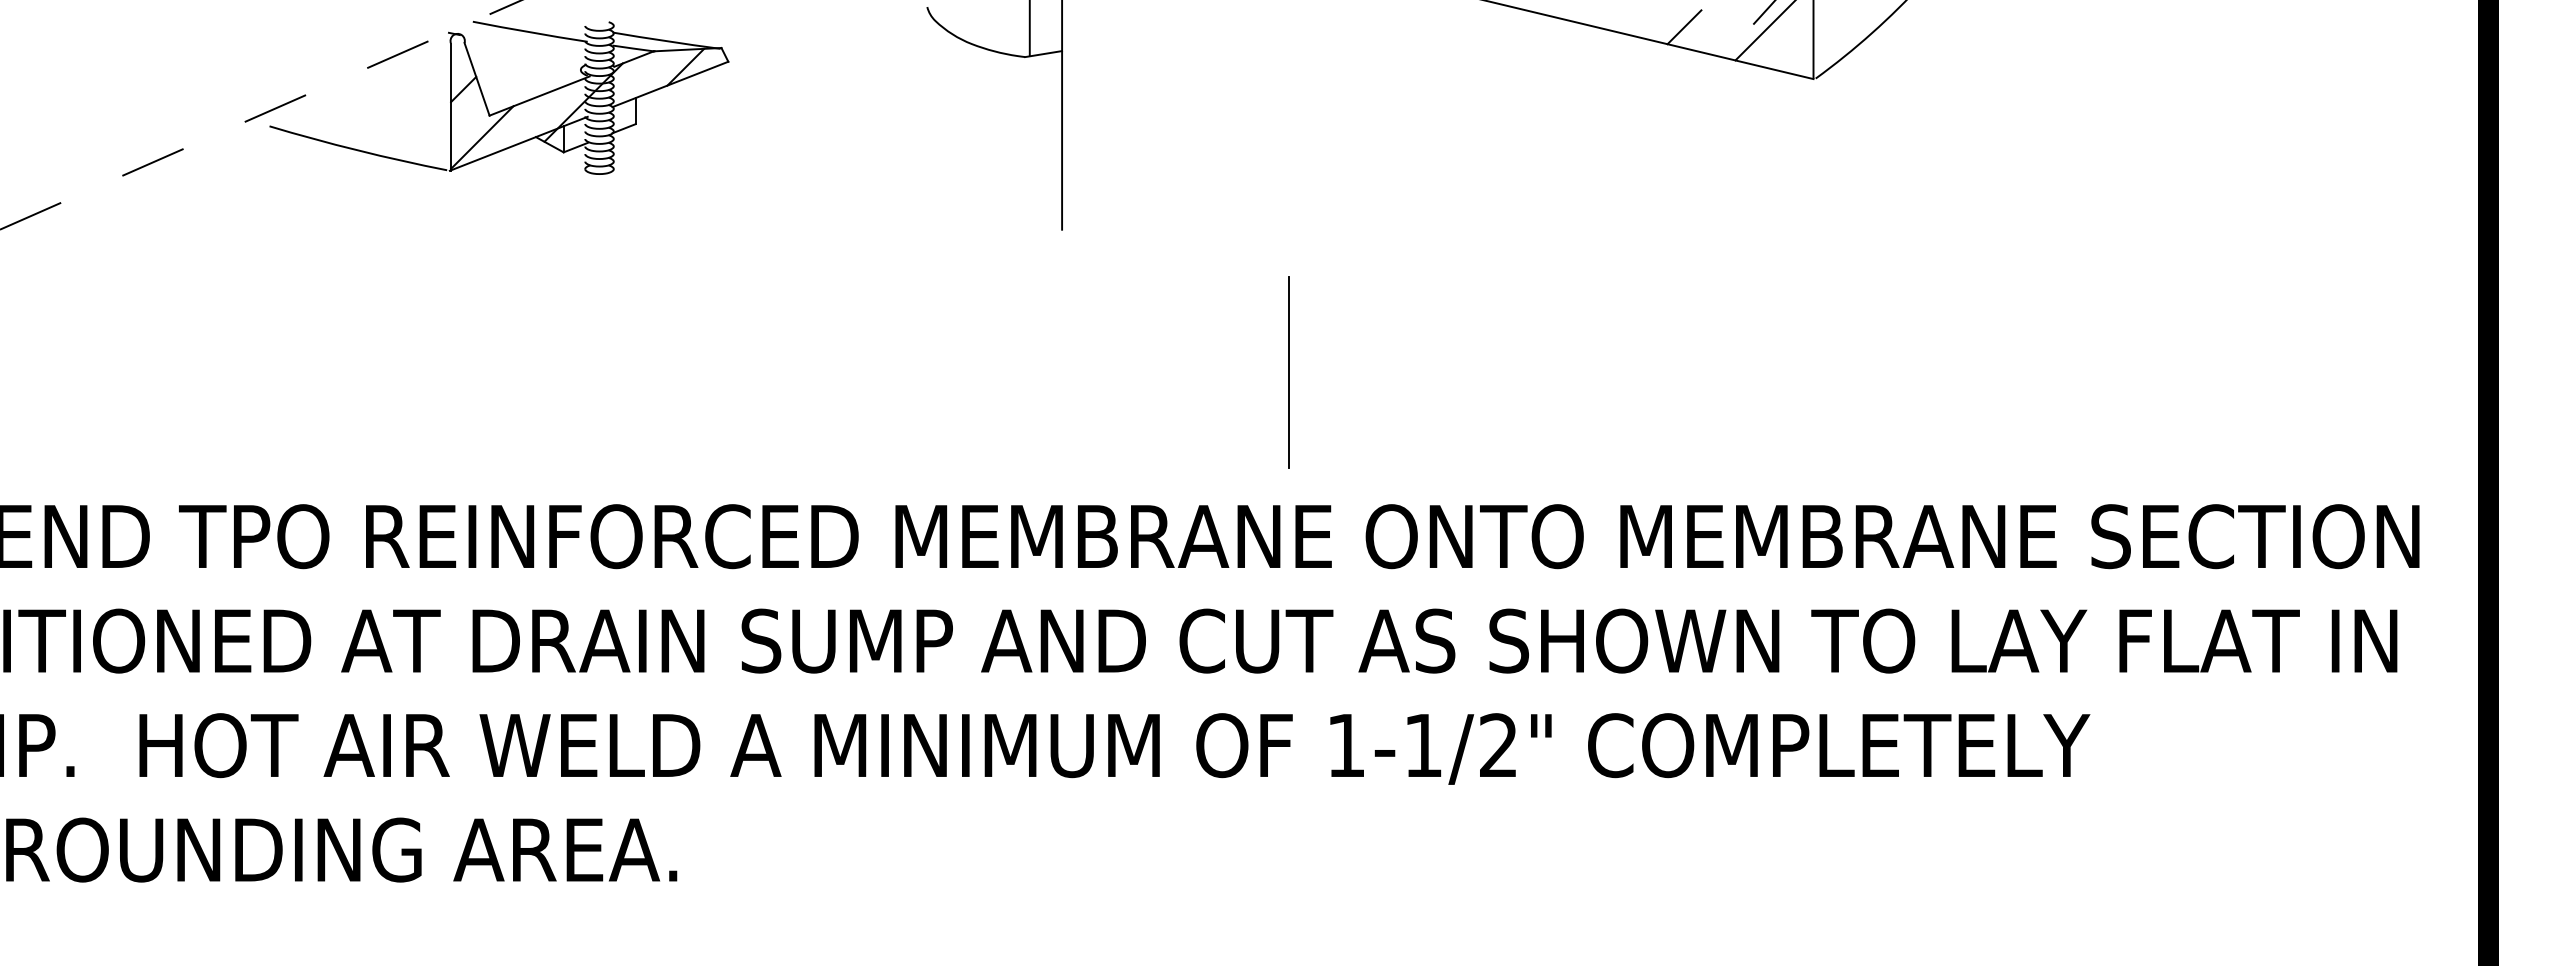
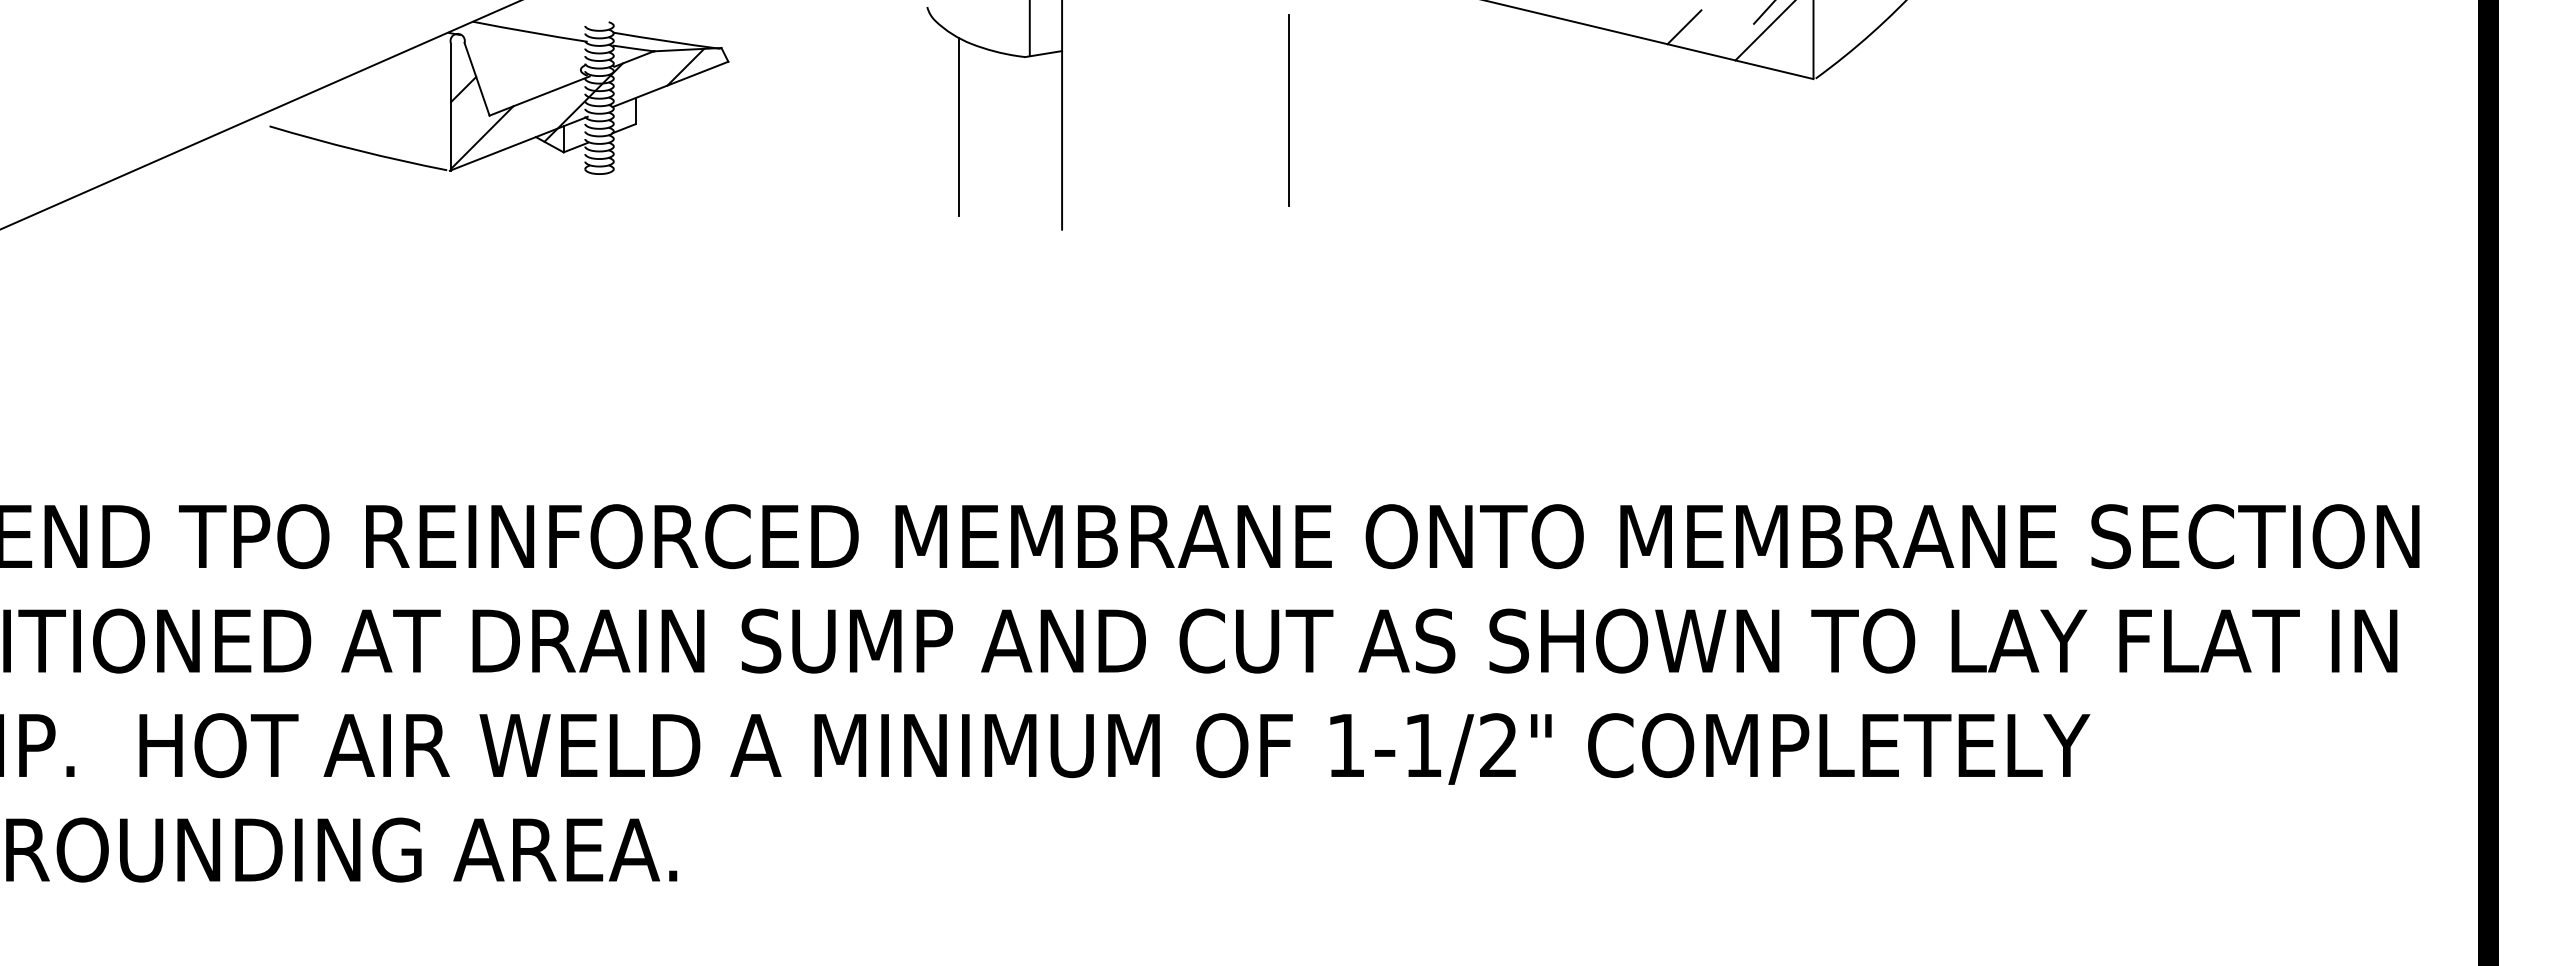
line at (260, 115): dashed -> solid
line at (958, 127): none -> present
line at (1288, 372) position: (1288, 372) -> (1288, 110)
